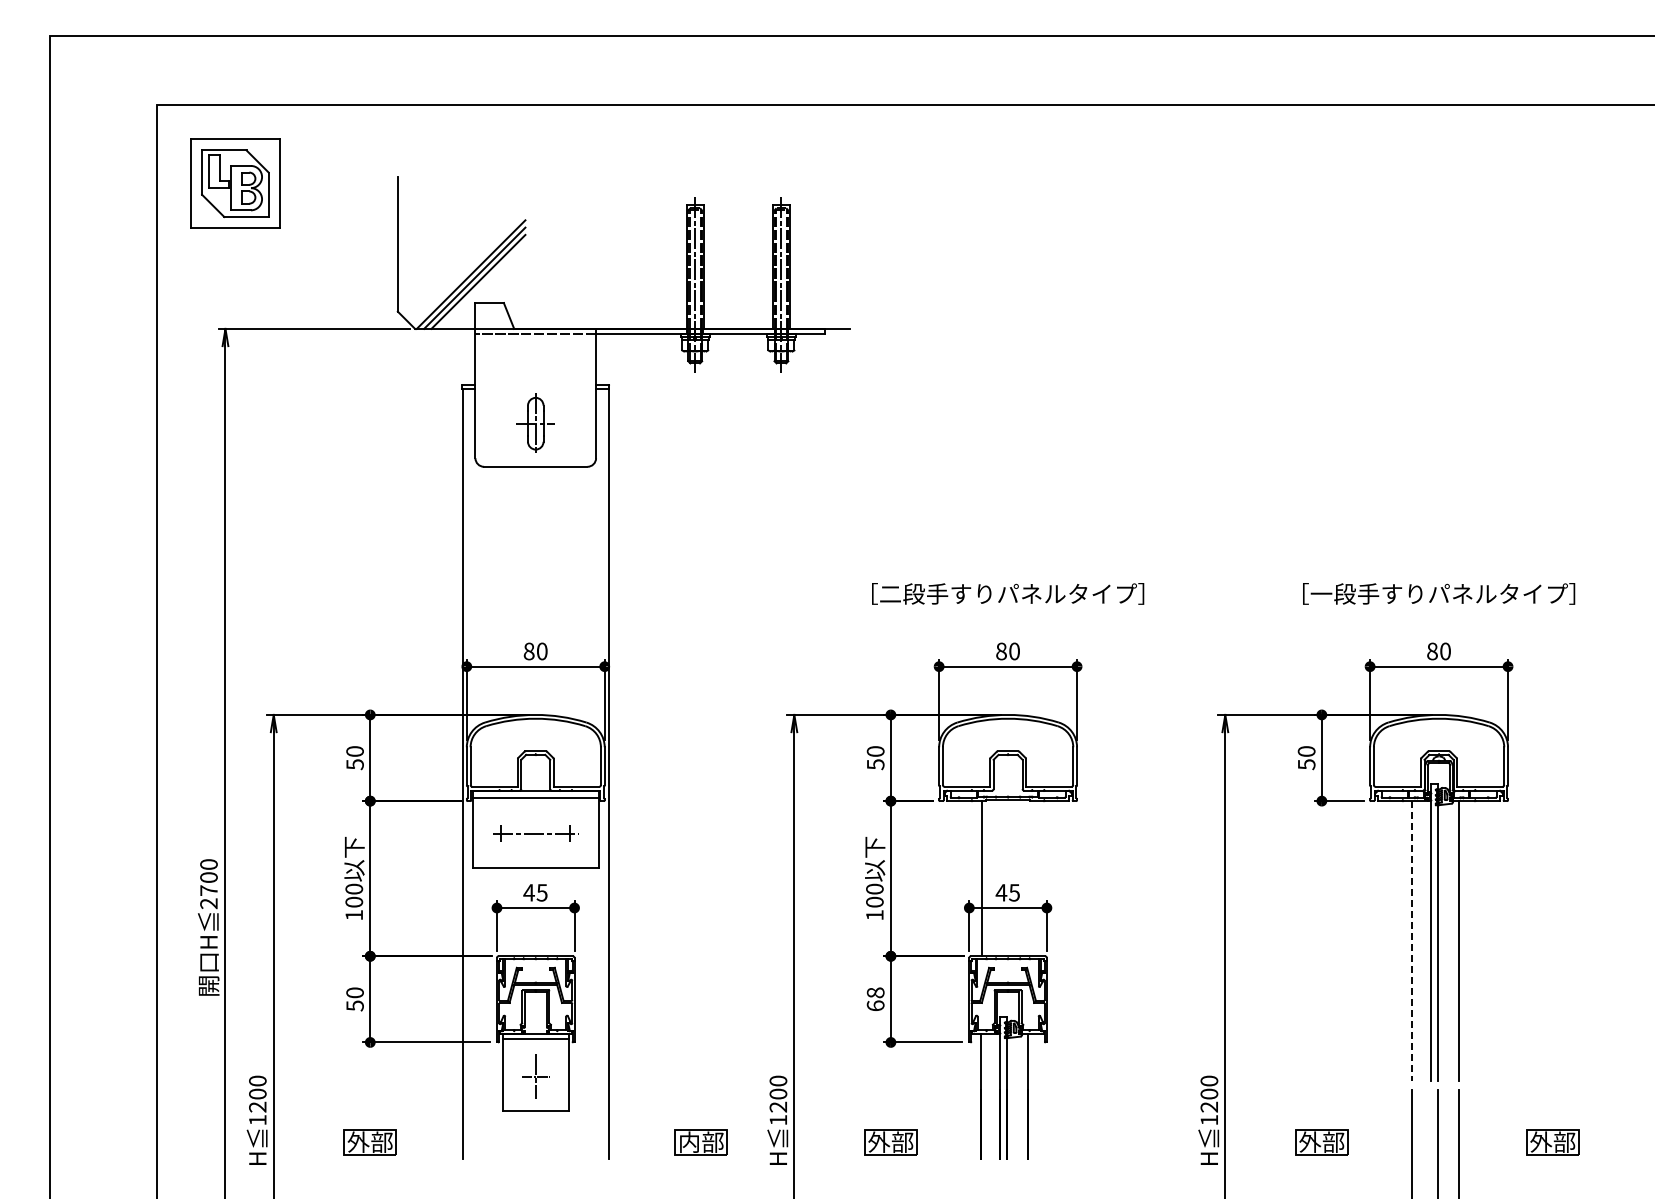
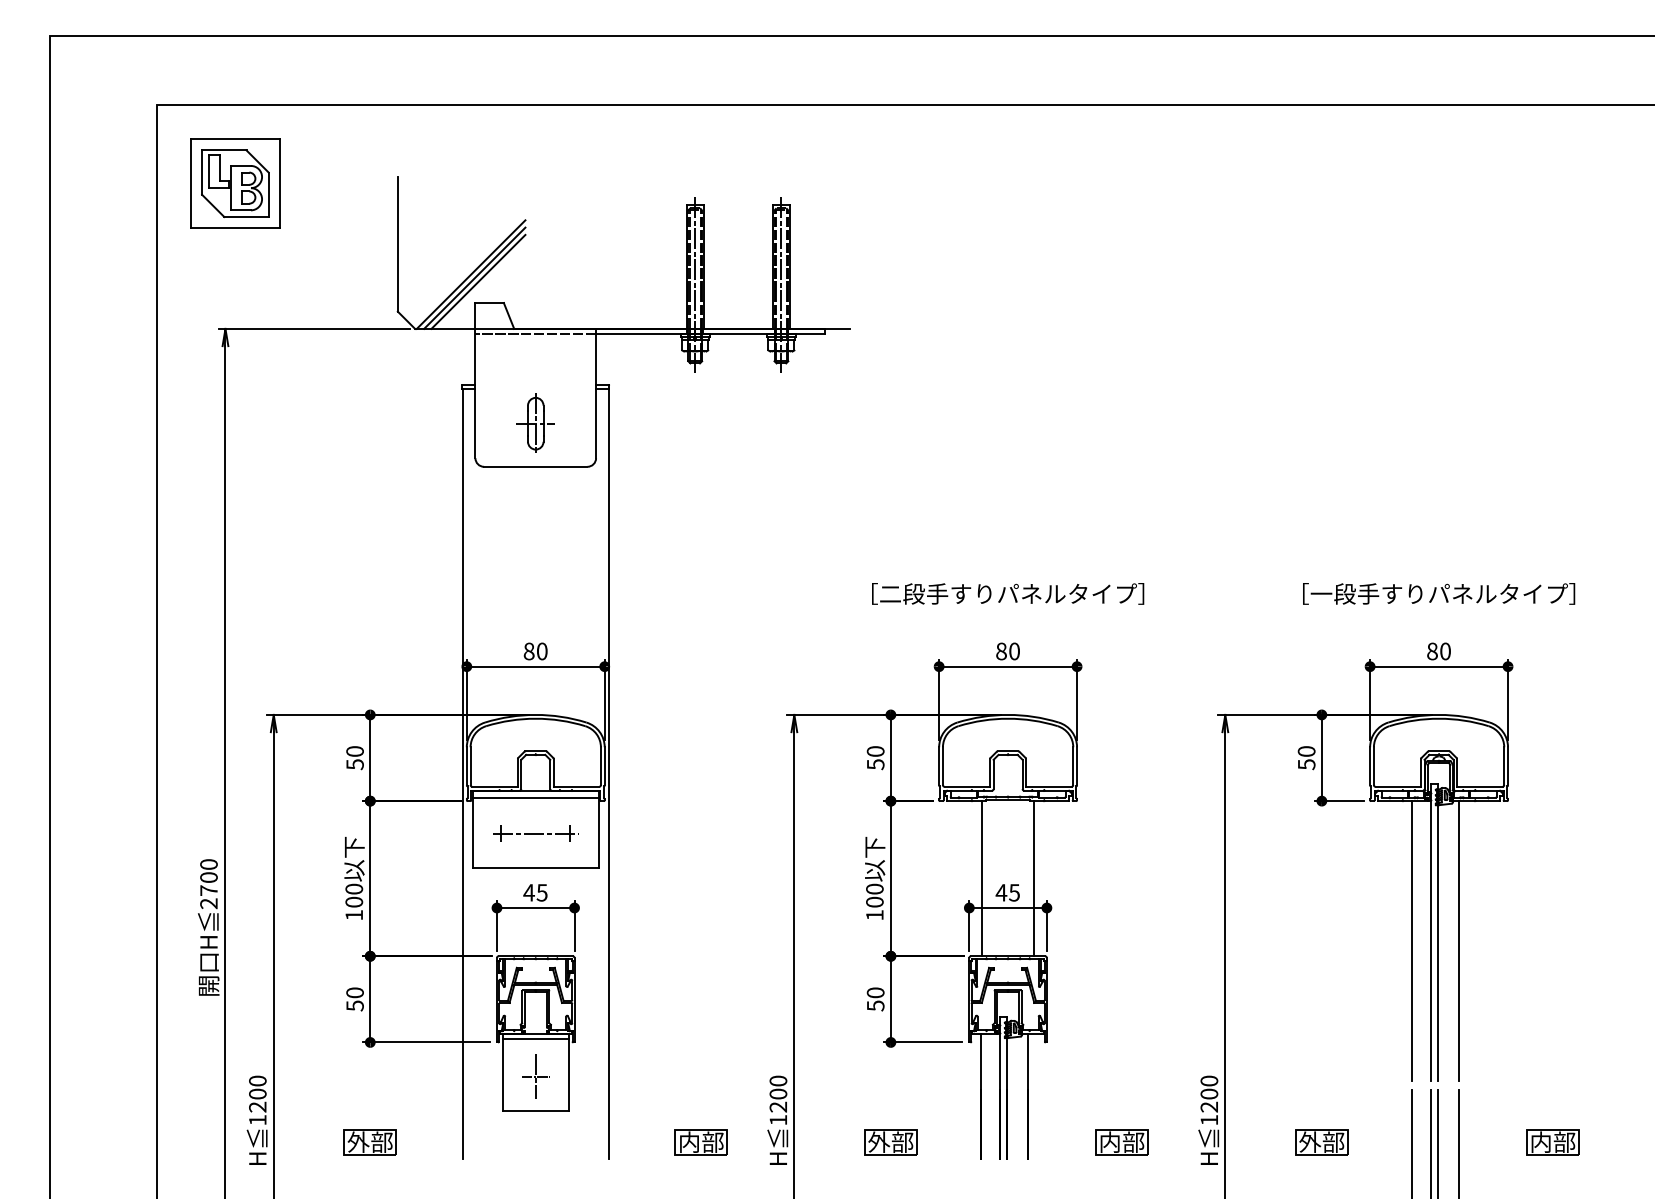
line at (1033, 878): none -> present
line at (1412, 941): dashed -> solid
text at (875, 999): 68 -> 50
text at (1541, 1141): 外部 -> 内部
part at (1121, 1142): none -> present
line at (1430, 1142): none -> present
